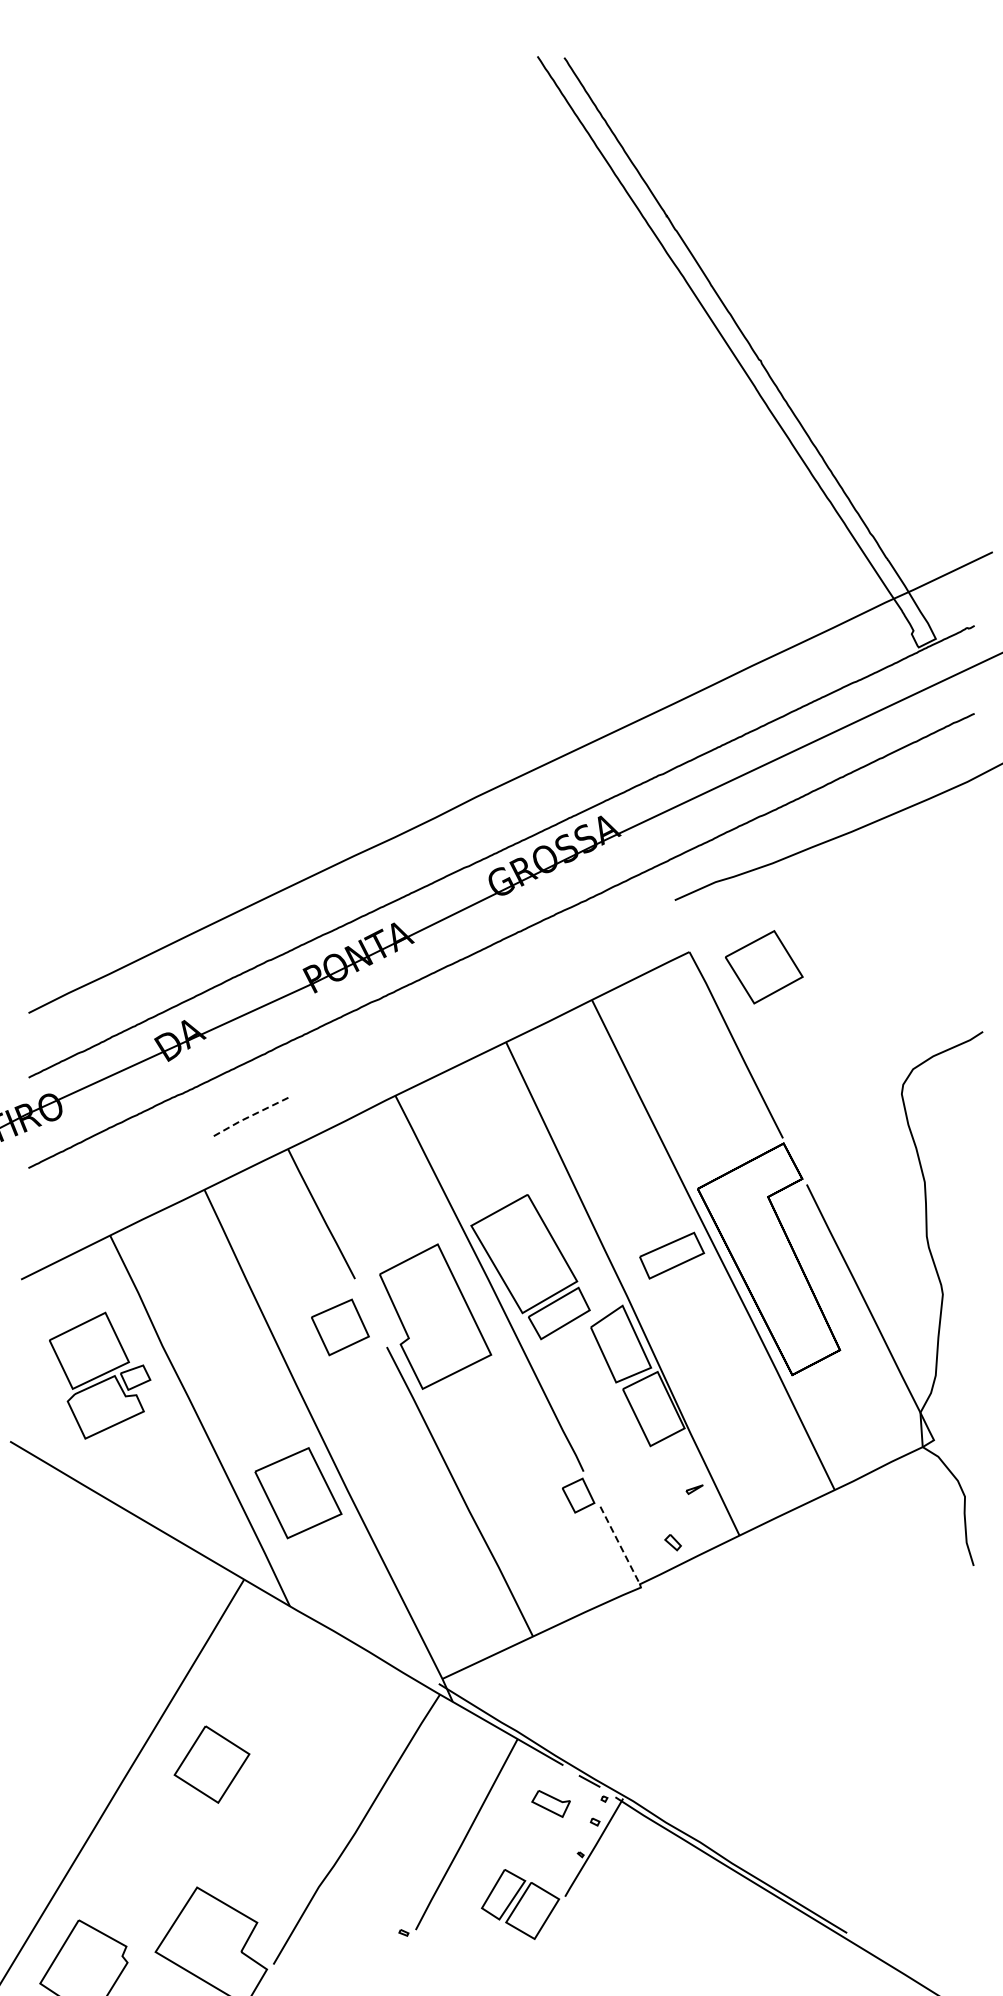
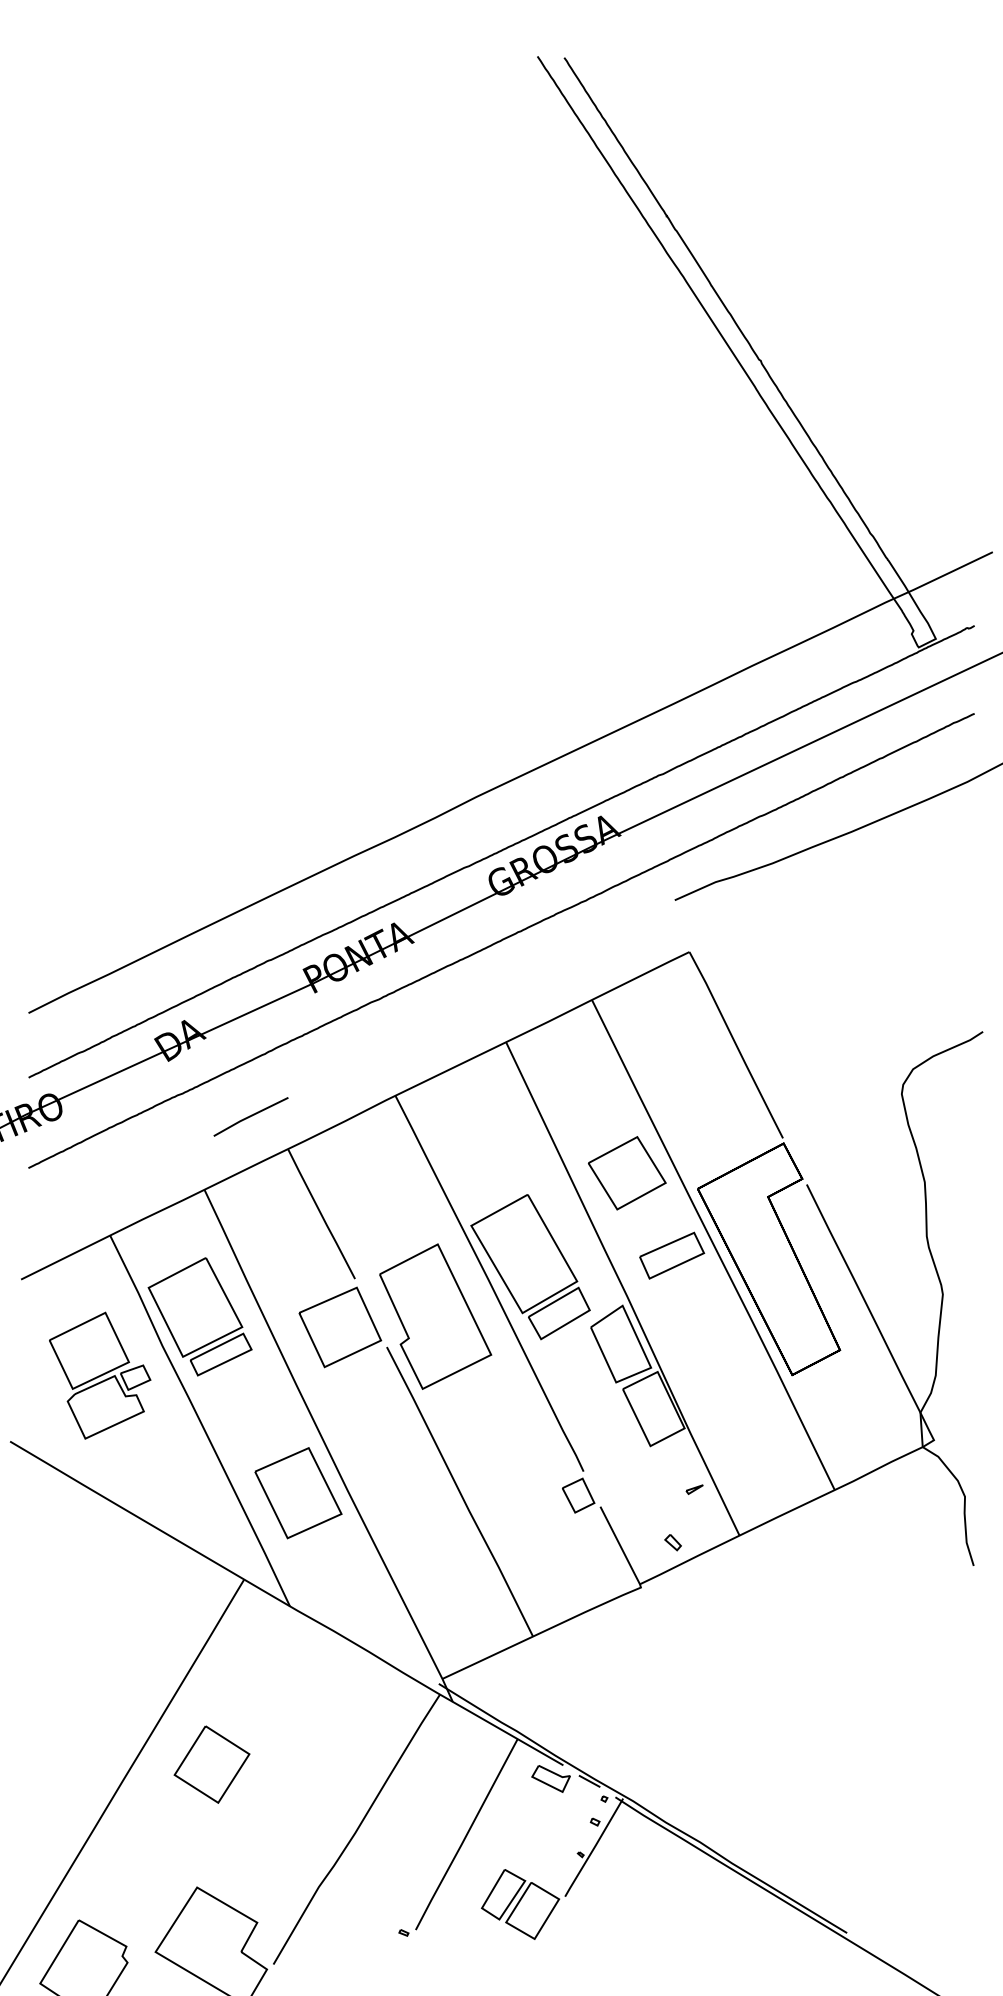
part at (764, 967) position: (764, 967) -> (627, 1173)
line at (250, 1116): dashed -> solid
part at (199, 1316): none -> present
part at (340, 1327) size: 59x59 px -> 85x83 px
line at (620, 1546): dashed -> solid
part at (550, 1803) position: (550, 1803) -> (550, 1778)
